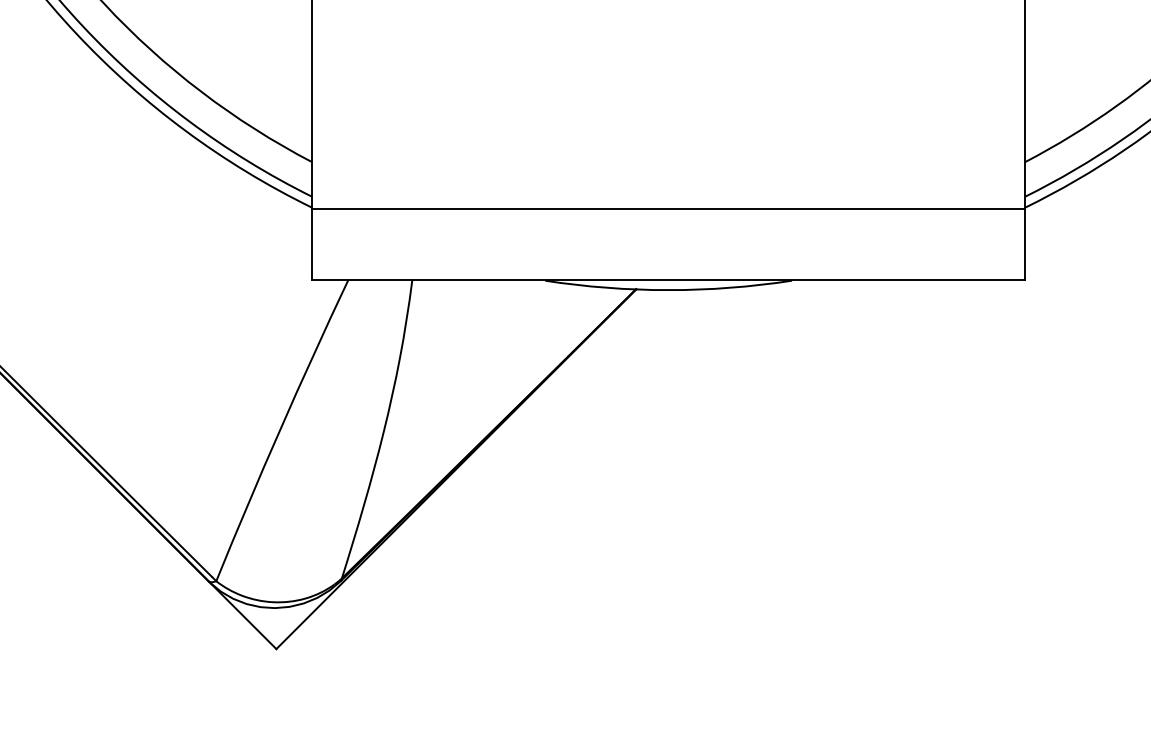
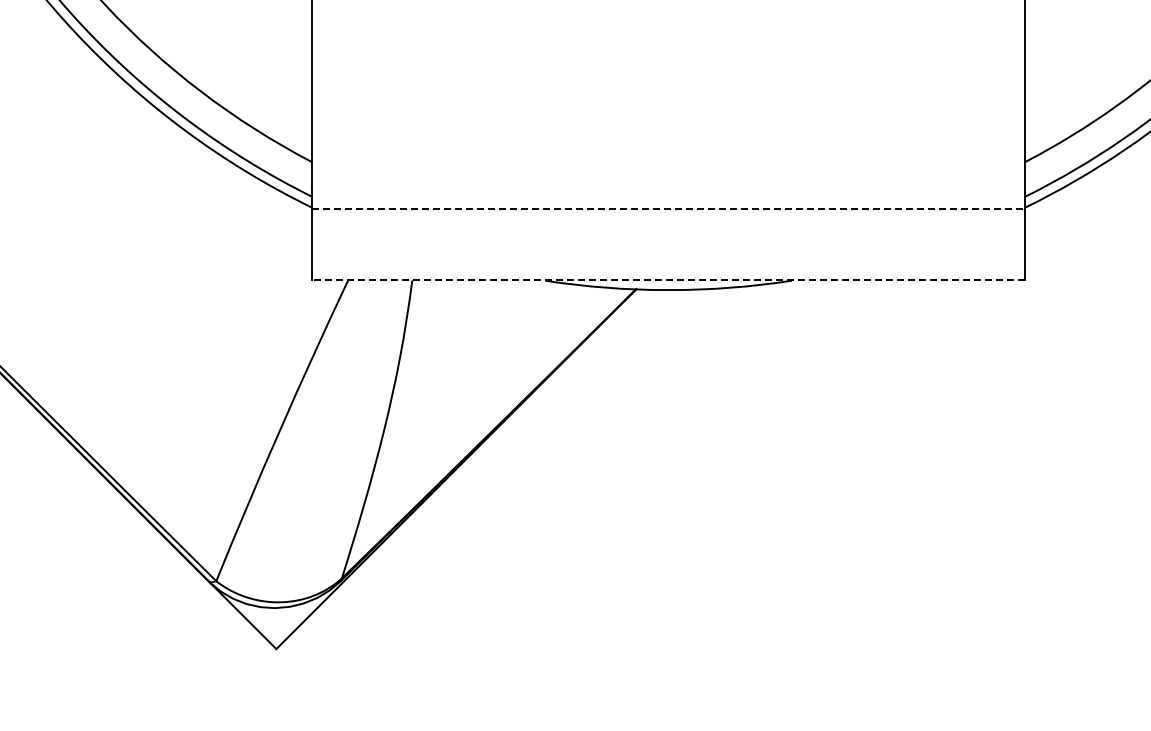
line at (668, 209): solid -> dashed
line at (668, 280): solid -> dashed
